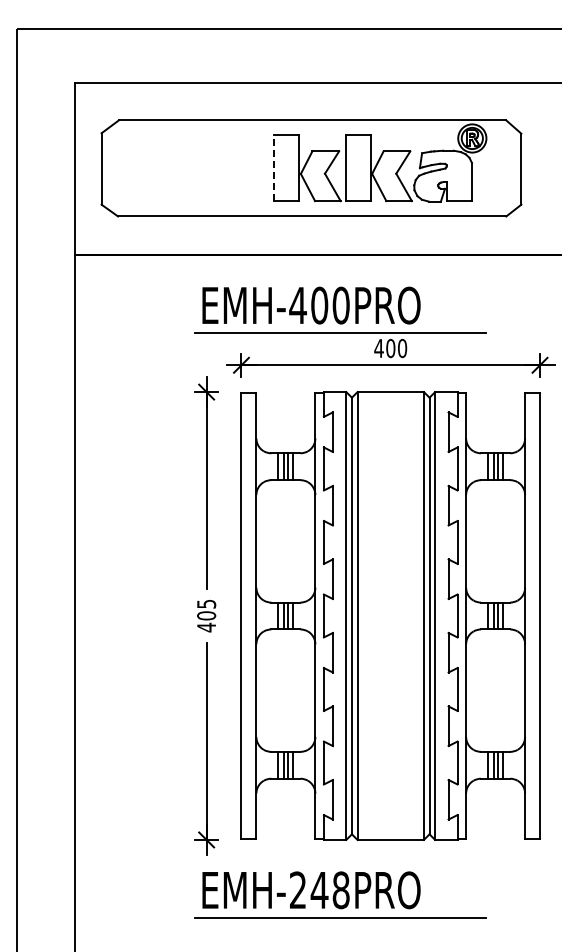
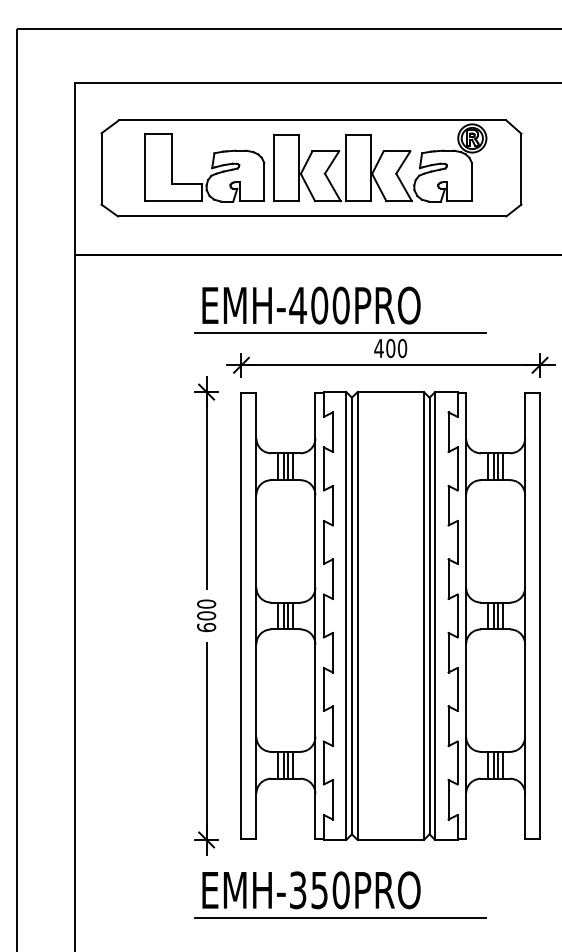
part at (211, 167): none -> present
line at (274, 167): dashed -> solid
text at (206, 615): 405 -> 600
text at (319, 890): EMH-248PRO -> EMH-350PRO
